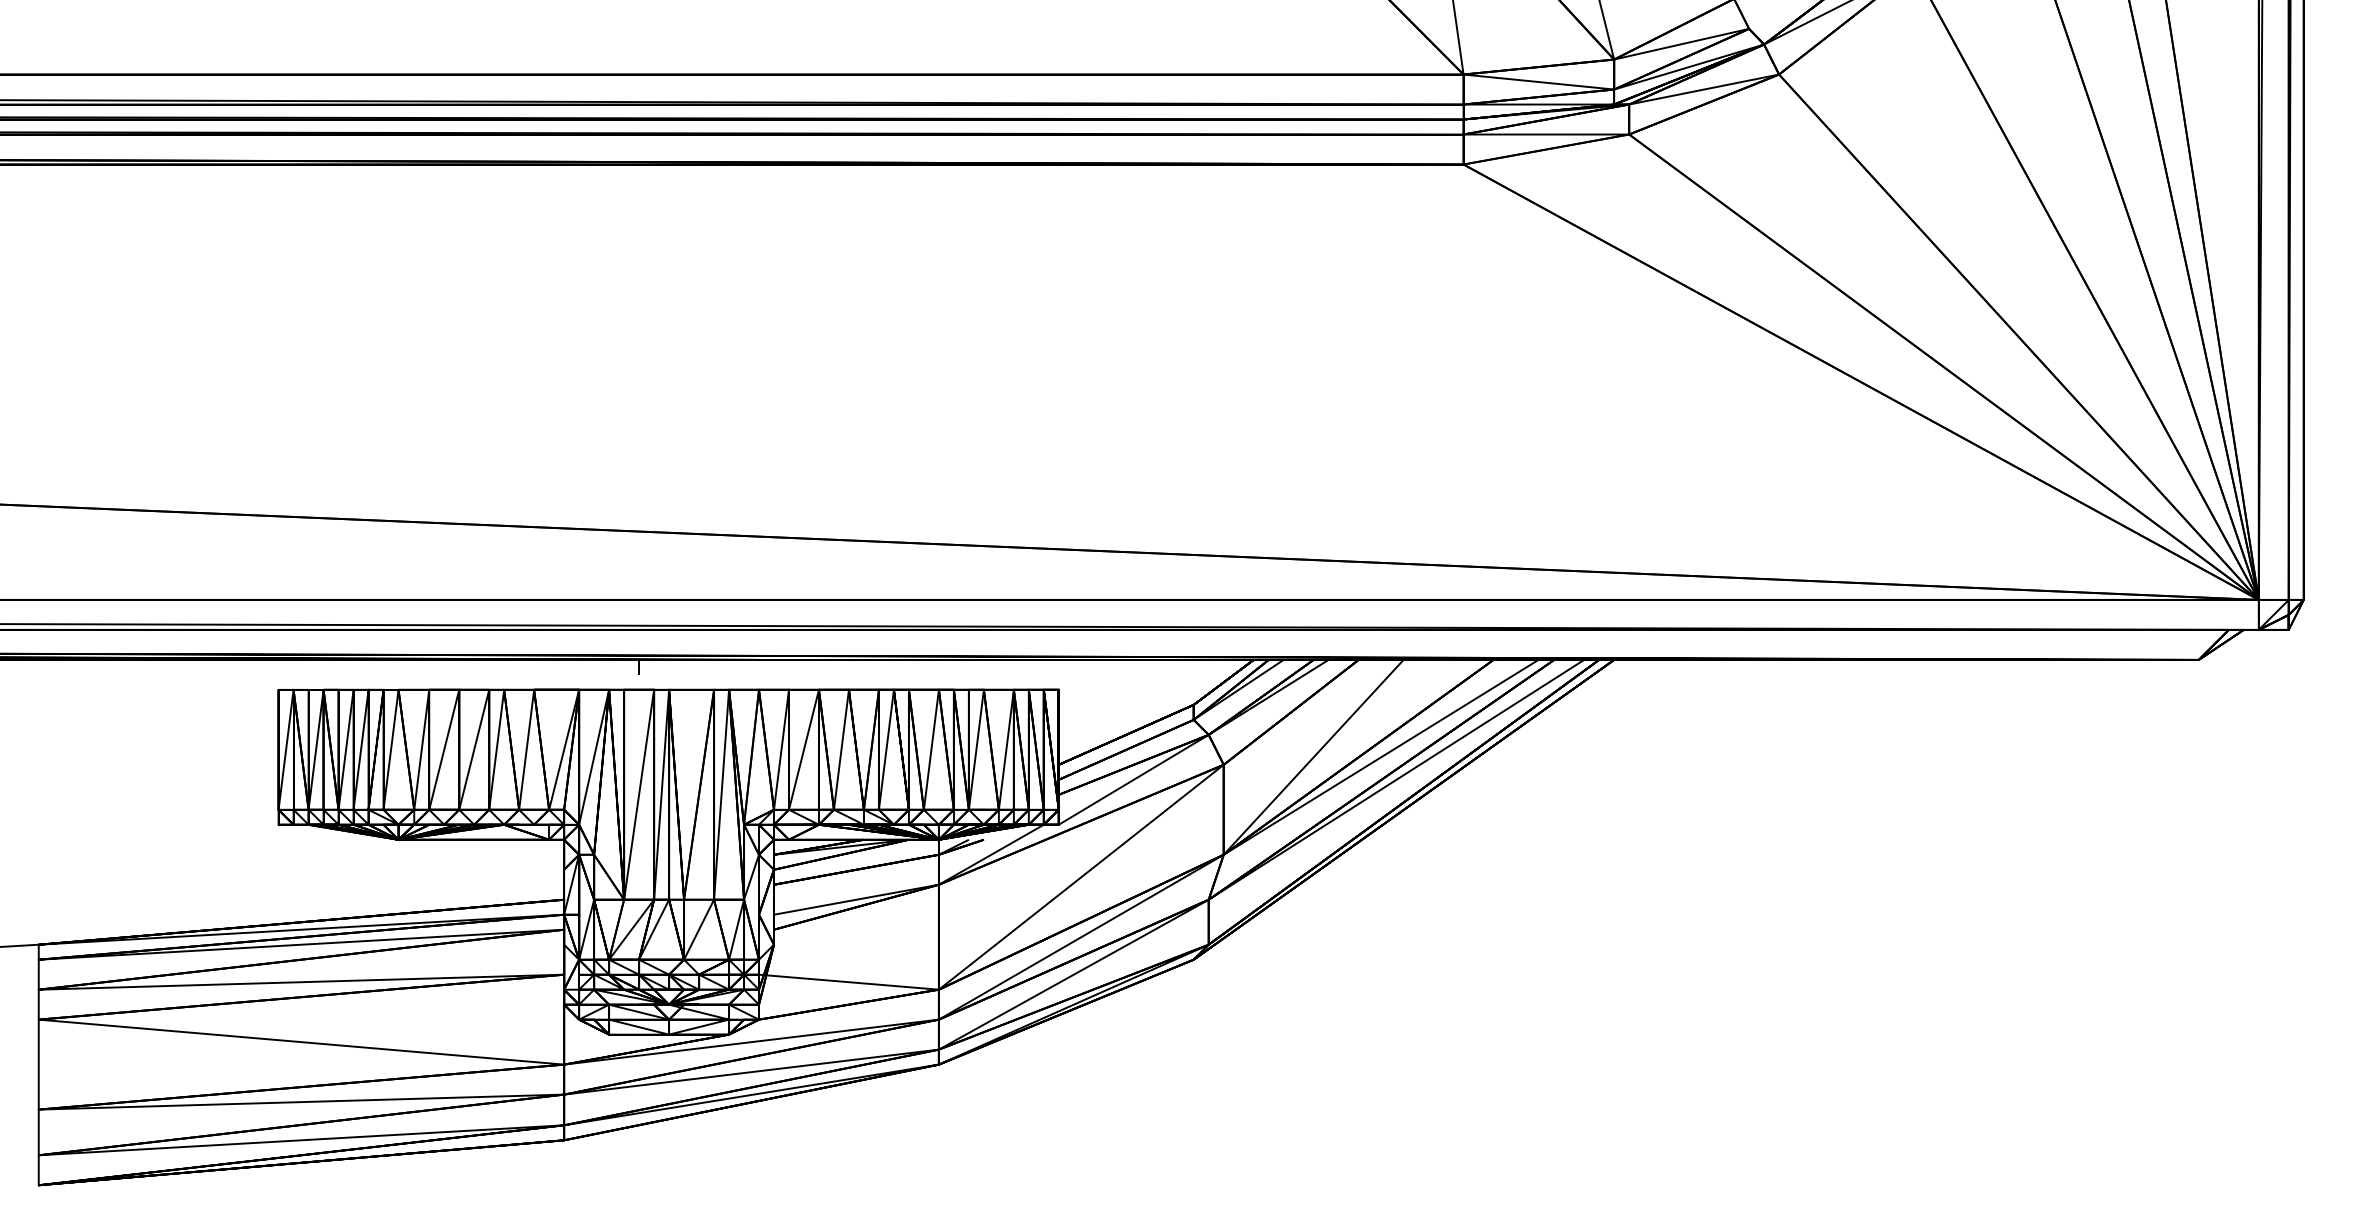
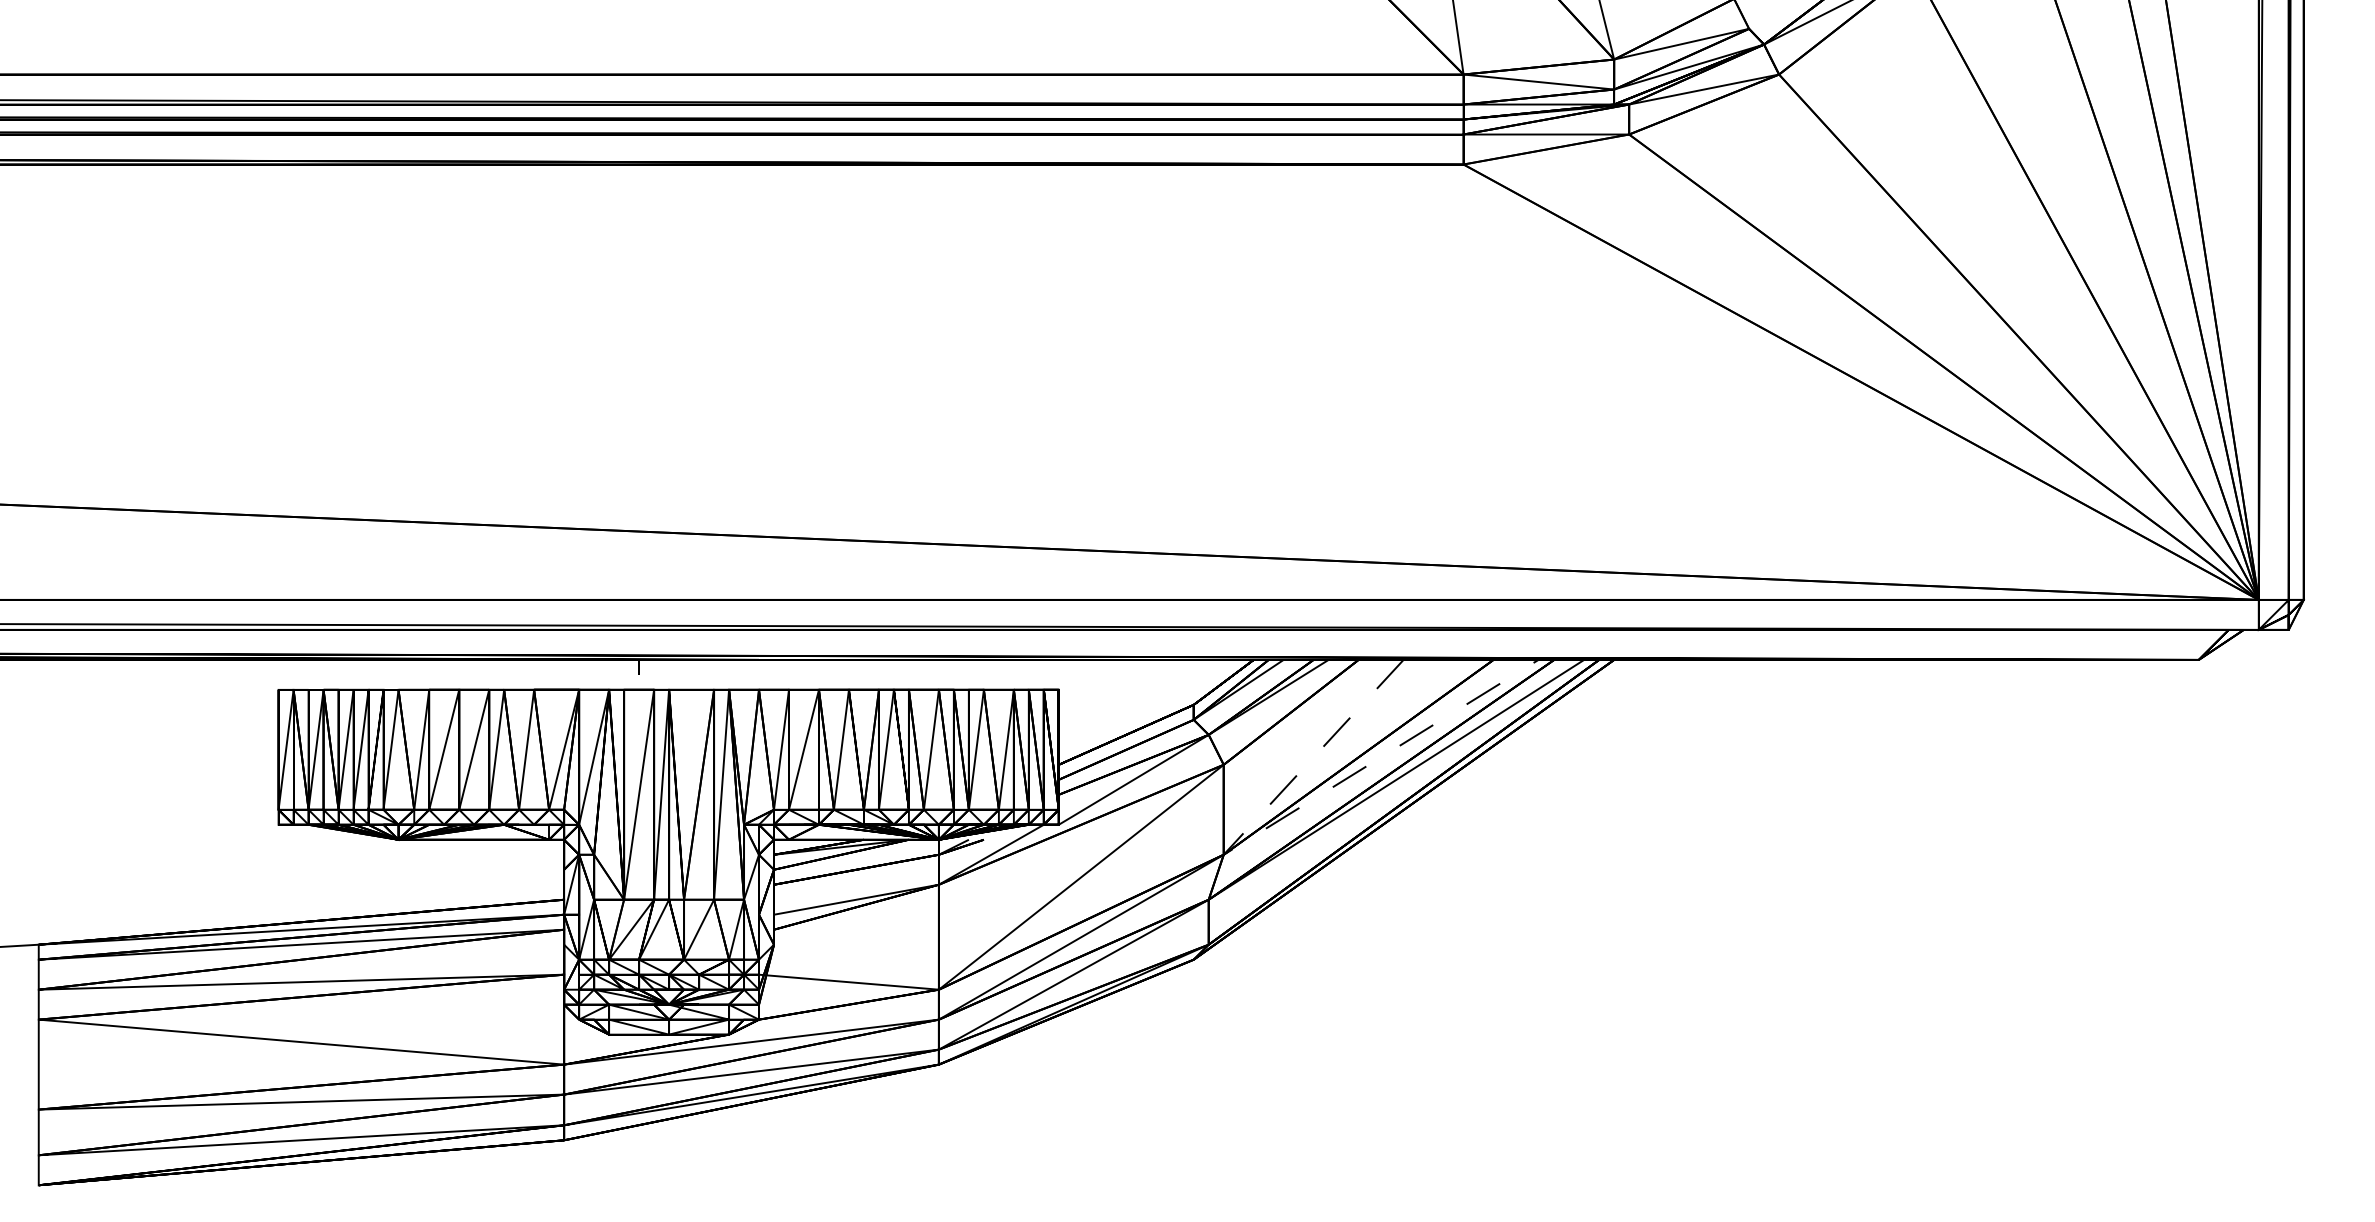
line at (1267, 827): solid -> dashed
